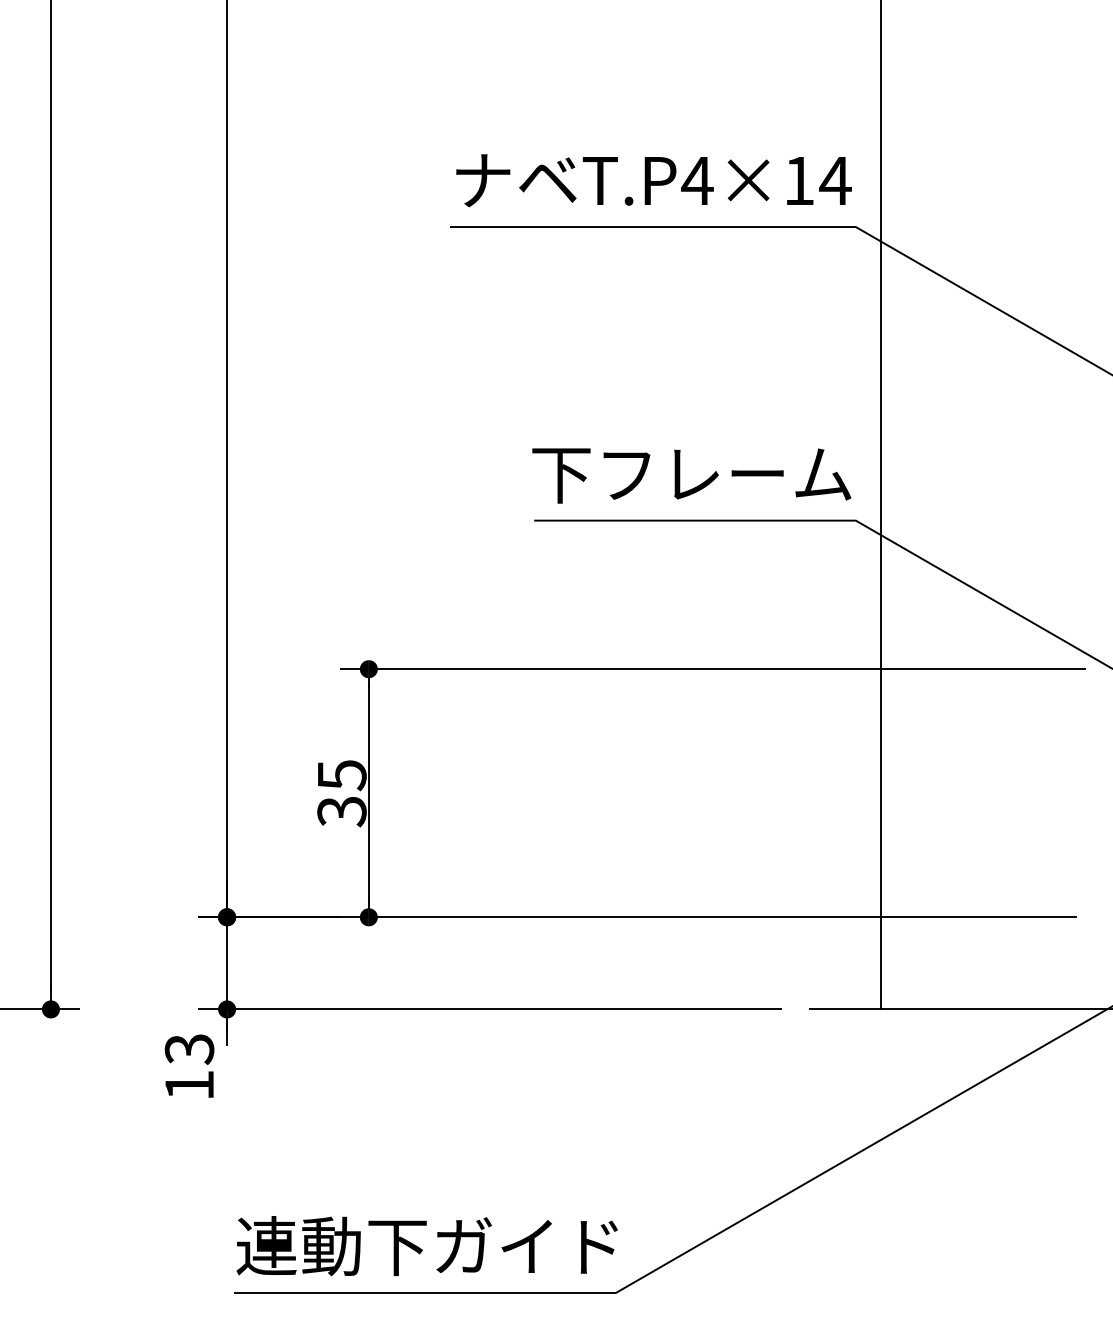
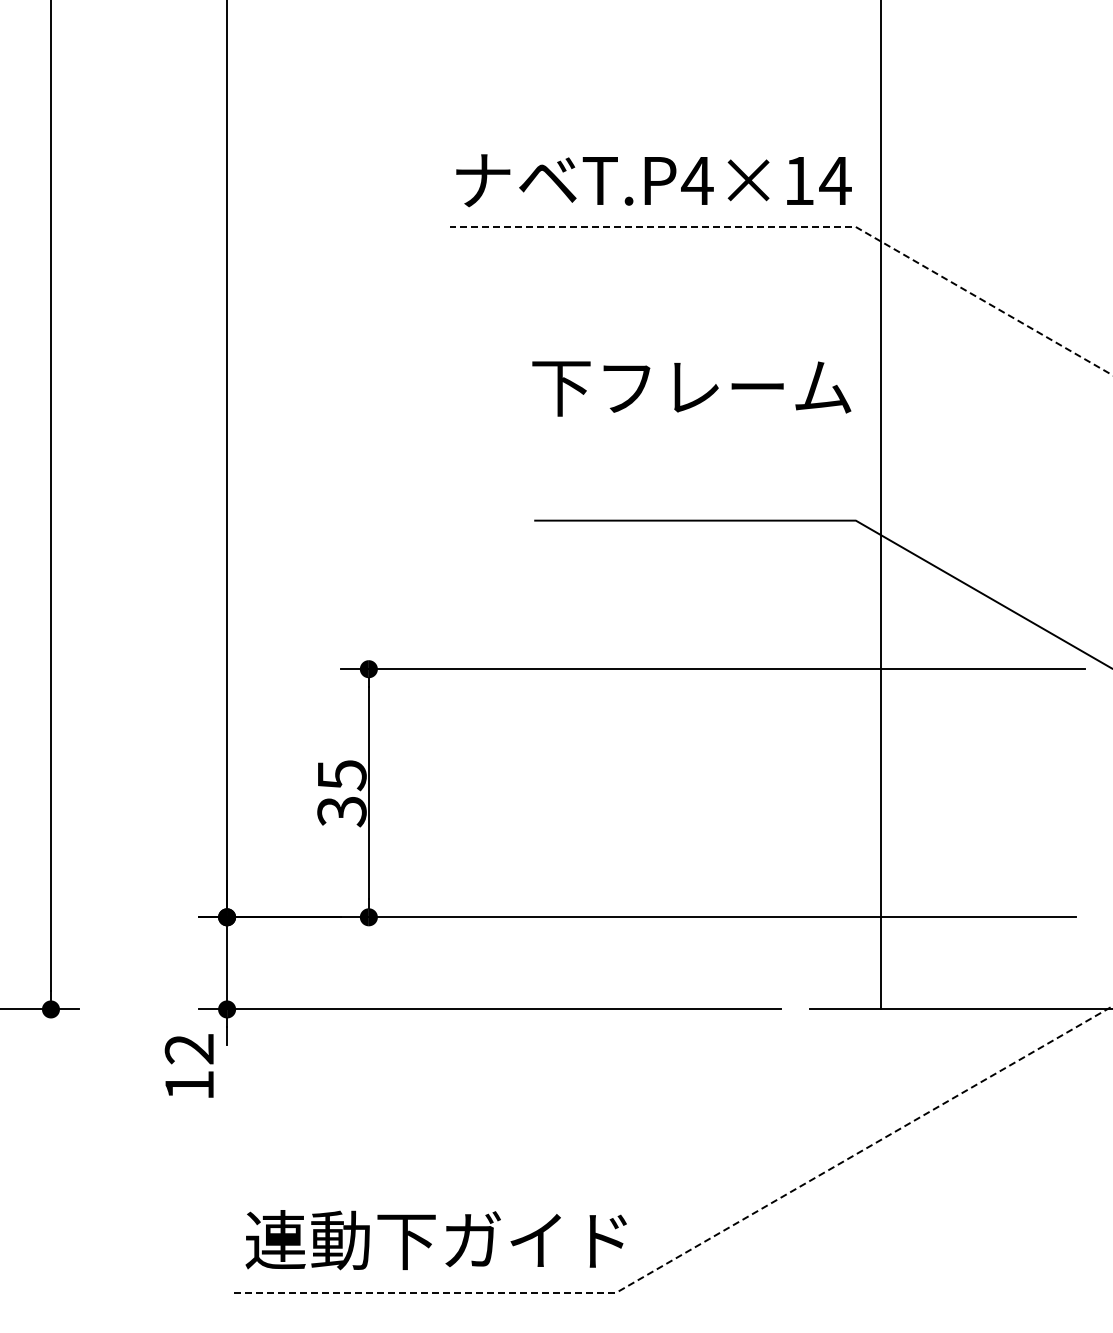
line at (801, 227): solid -> dashed
text at (691, 475) position: (691, 475) -> (691, 388)
text at (189, 1049): 13 -> 12
line at (698, 1245): solid -> dashed
text at (426, 1246) position: (426, 1246) -> (435, 1240)
